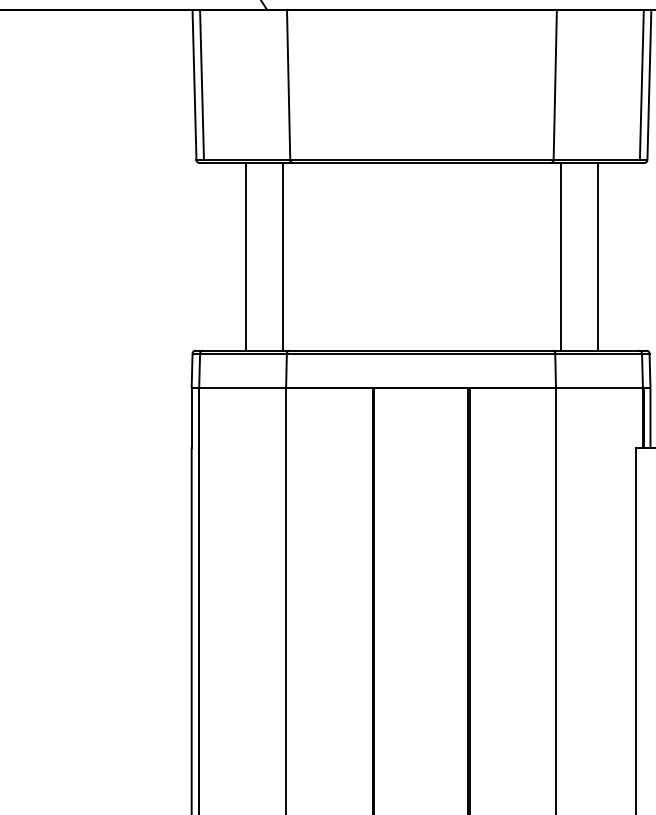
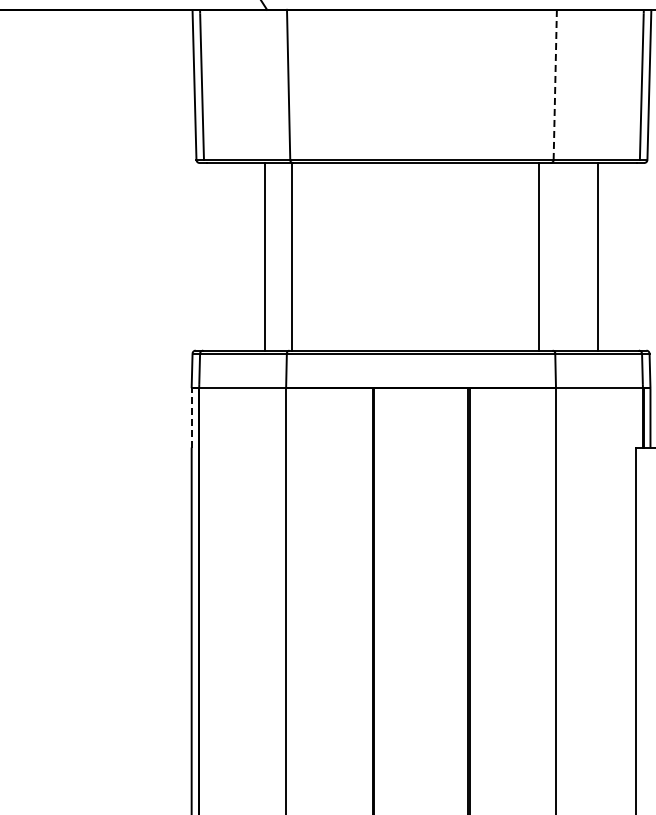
line at (555, 84): solid -> dashed
line at (245, 256) position: (245, 256) -> (264, 256)
line at (283, 256) position: (283, 256) -> (292, 256)
line at (560, 256) position: (560, 256) -> (538, 256)
line at (191, 417): solid -> dashed
